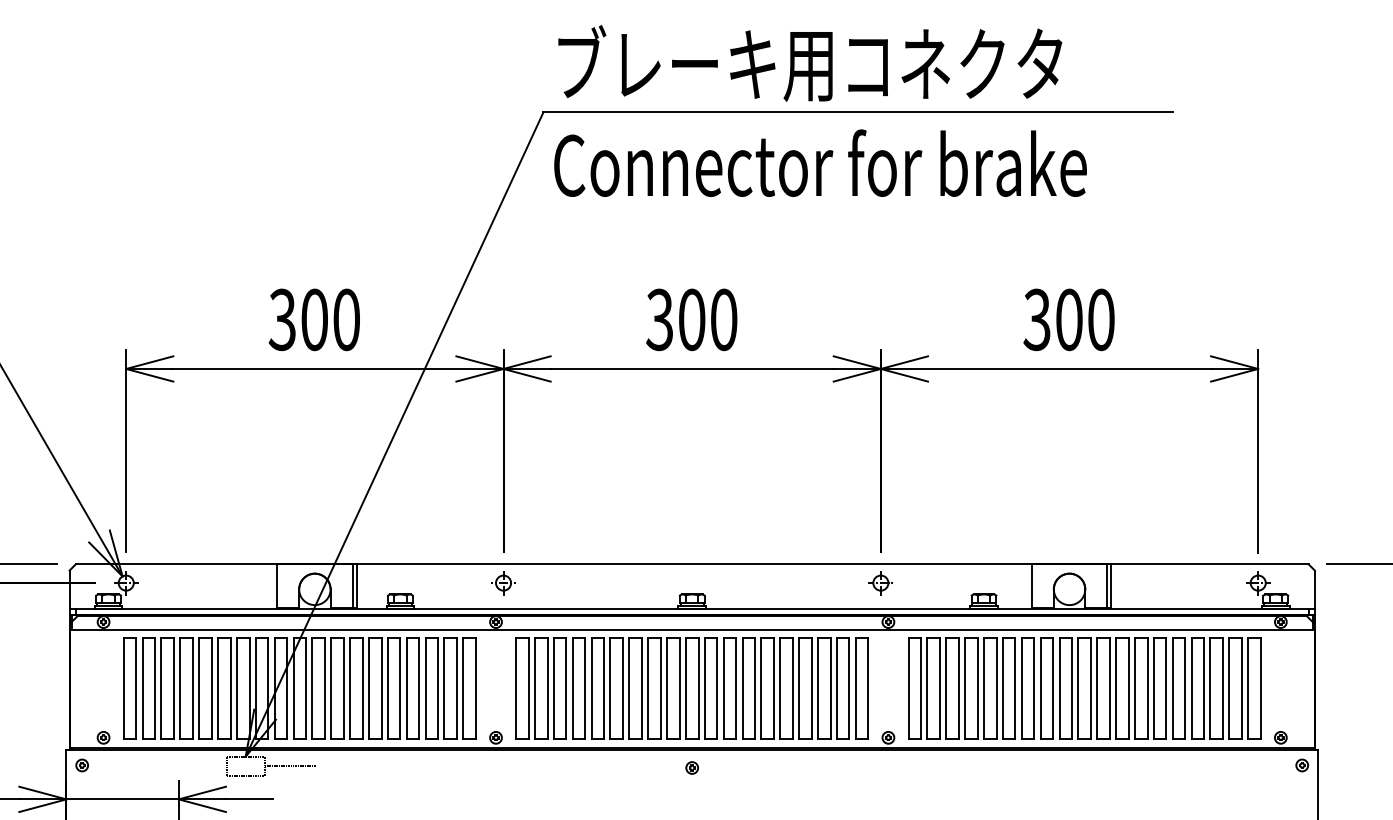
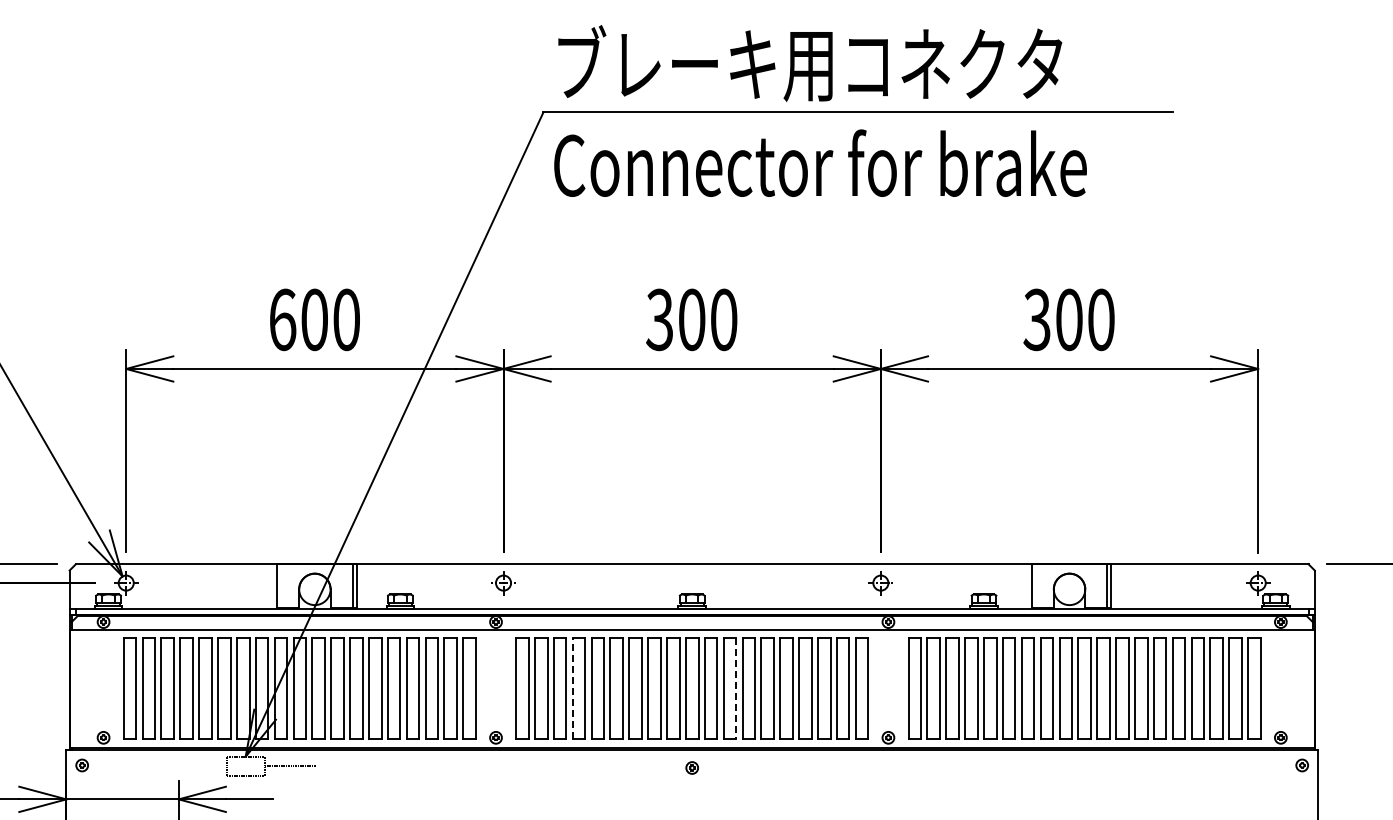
text at (282, 319): 300 -> 600
line at (572, 688): solid -> dashed
line at (736, 689): solid -> dashed
